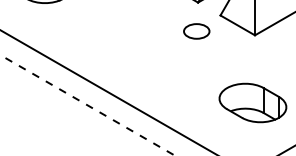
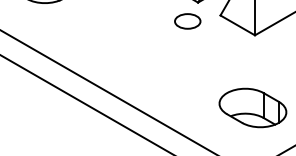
part at (196, 31) position: (196, 31) -> (187, 21)
part at (252, 102) position: (252, 102) -> (252, 107)
line at (88, 105): dashed -> solid
